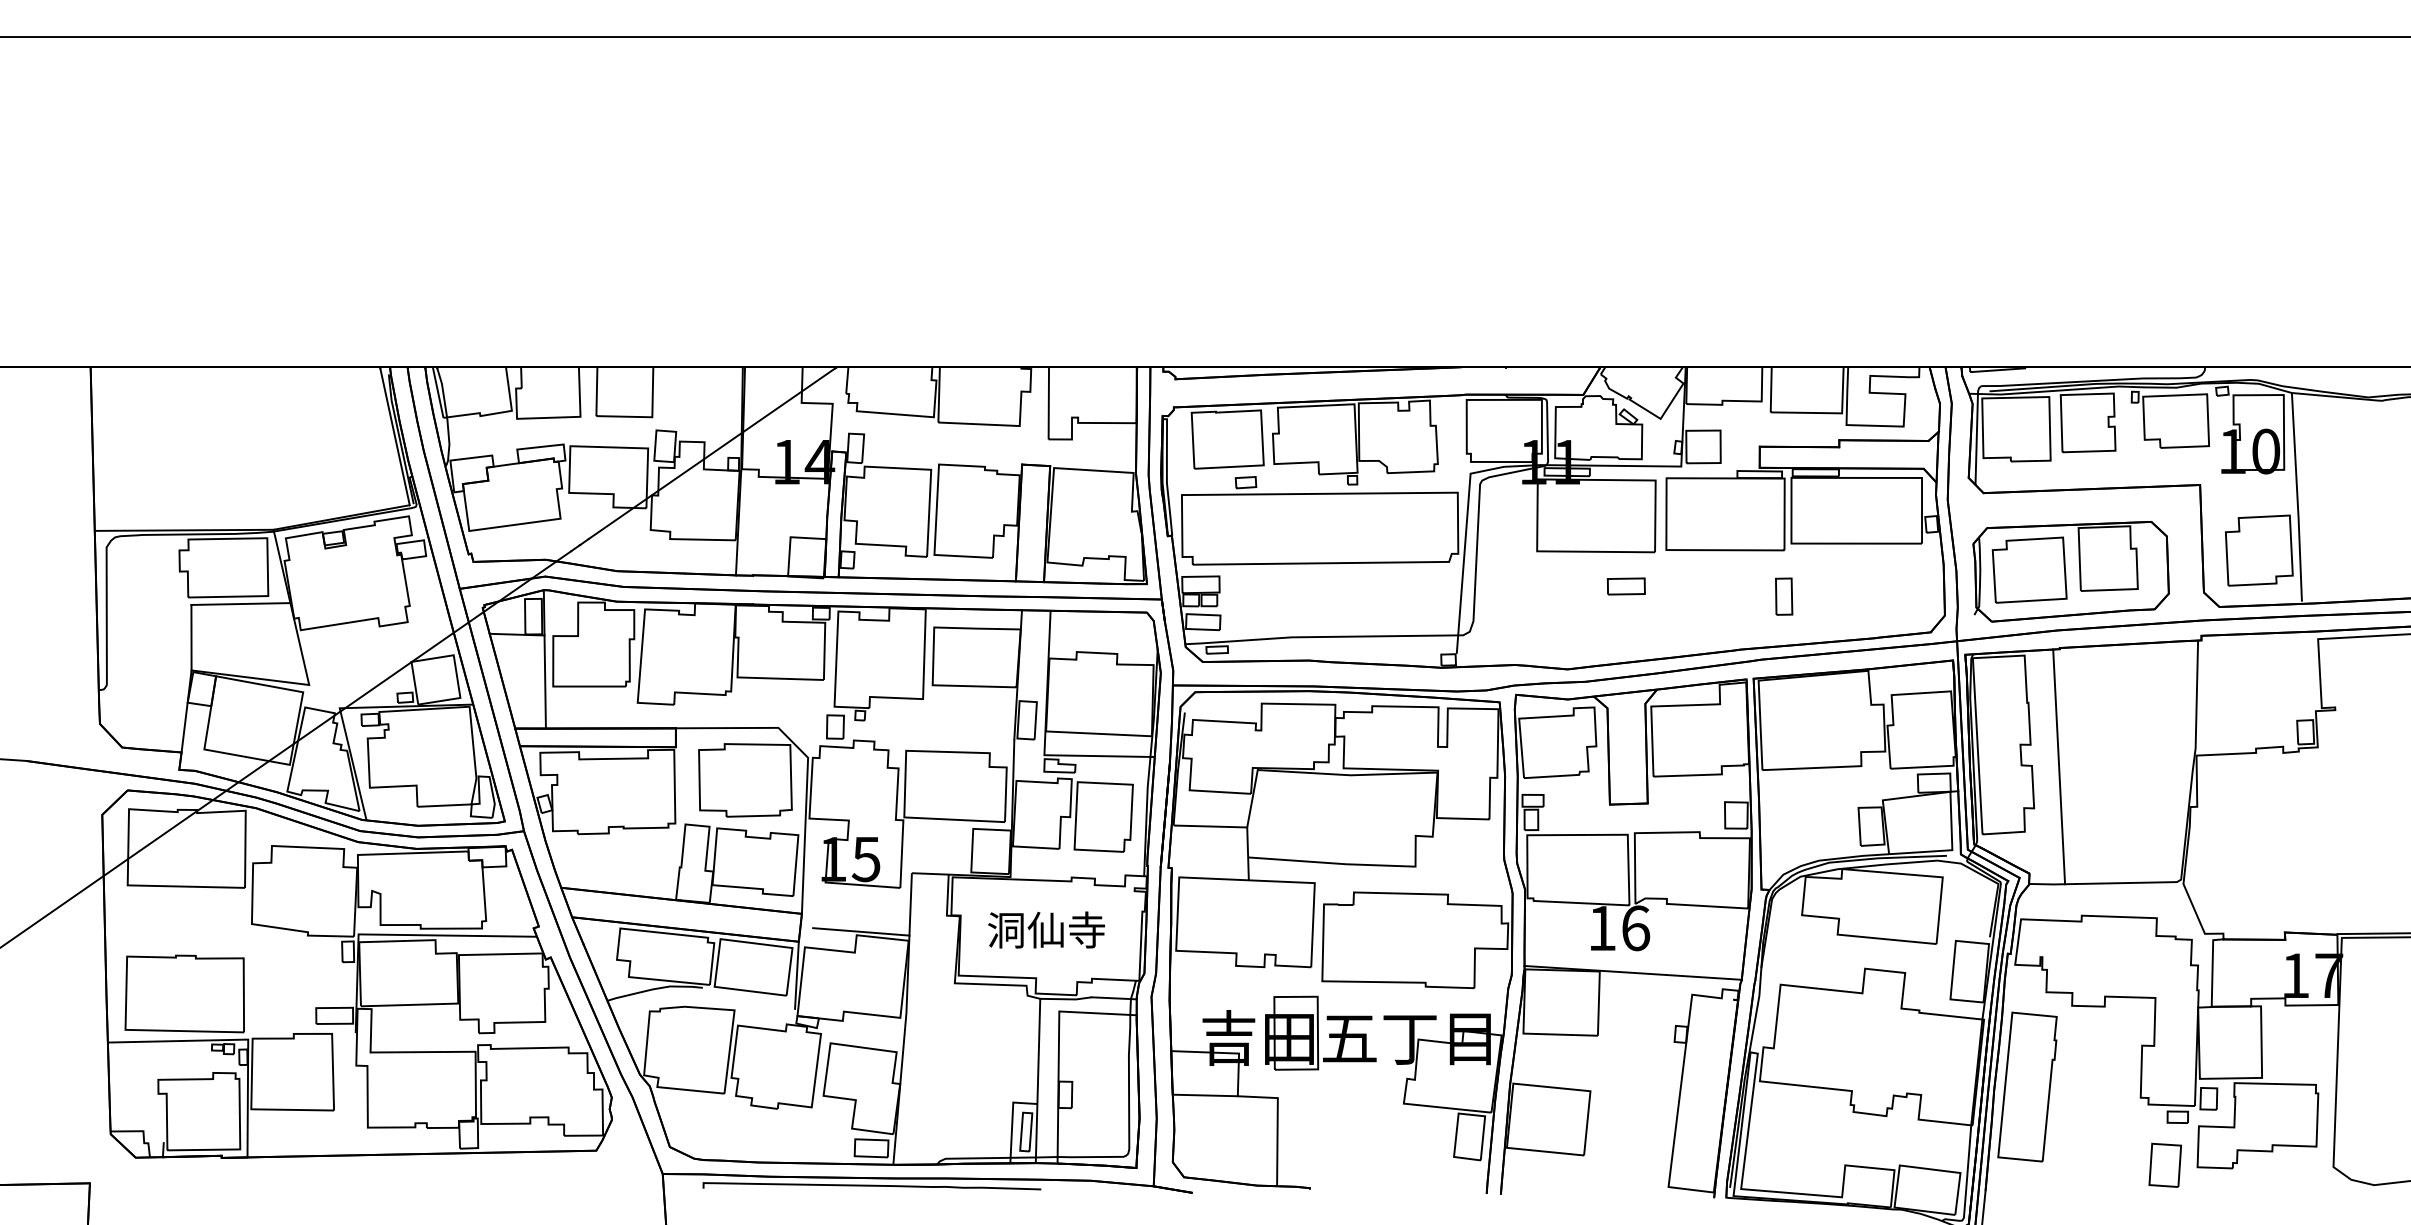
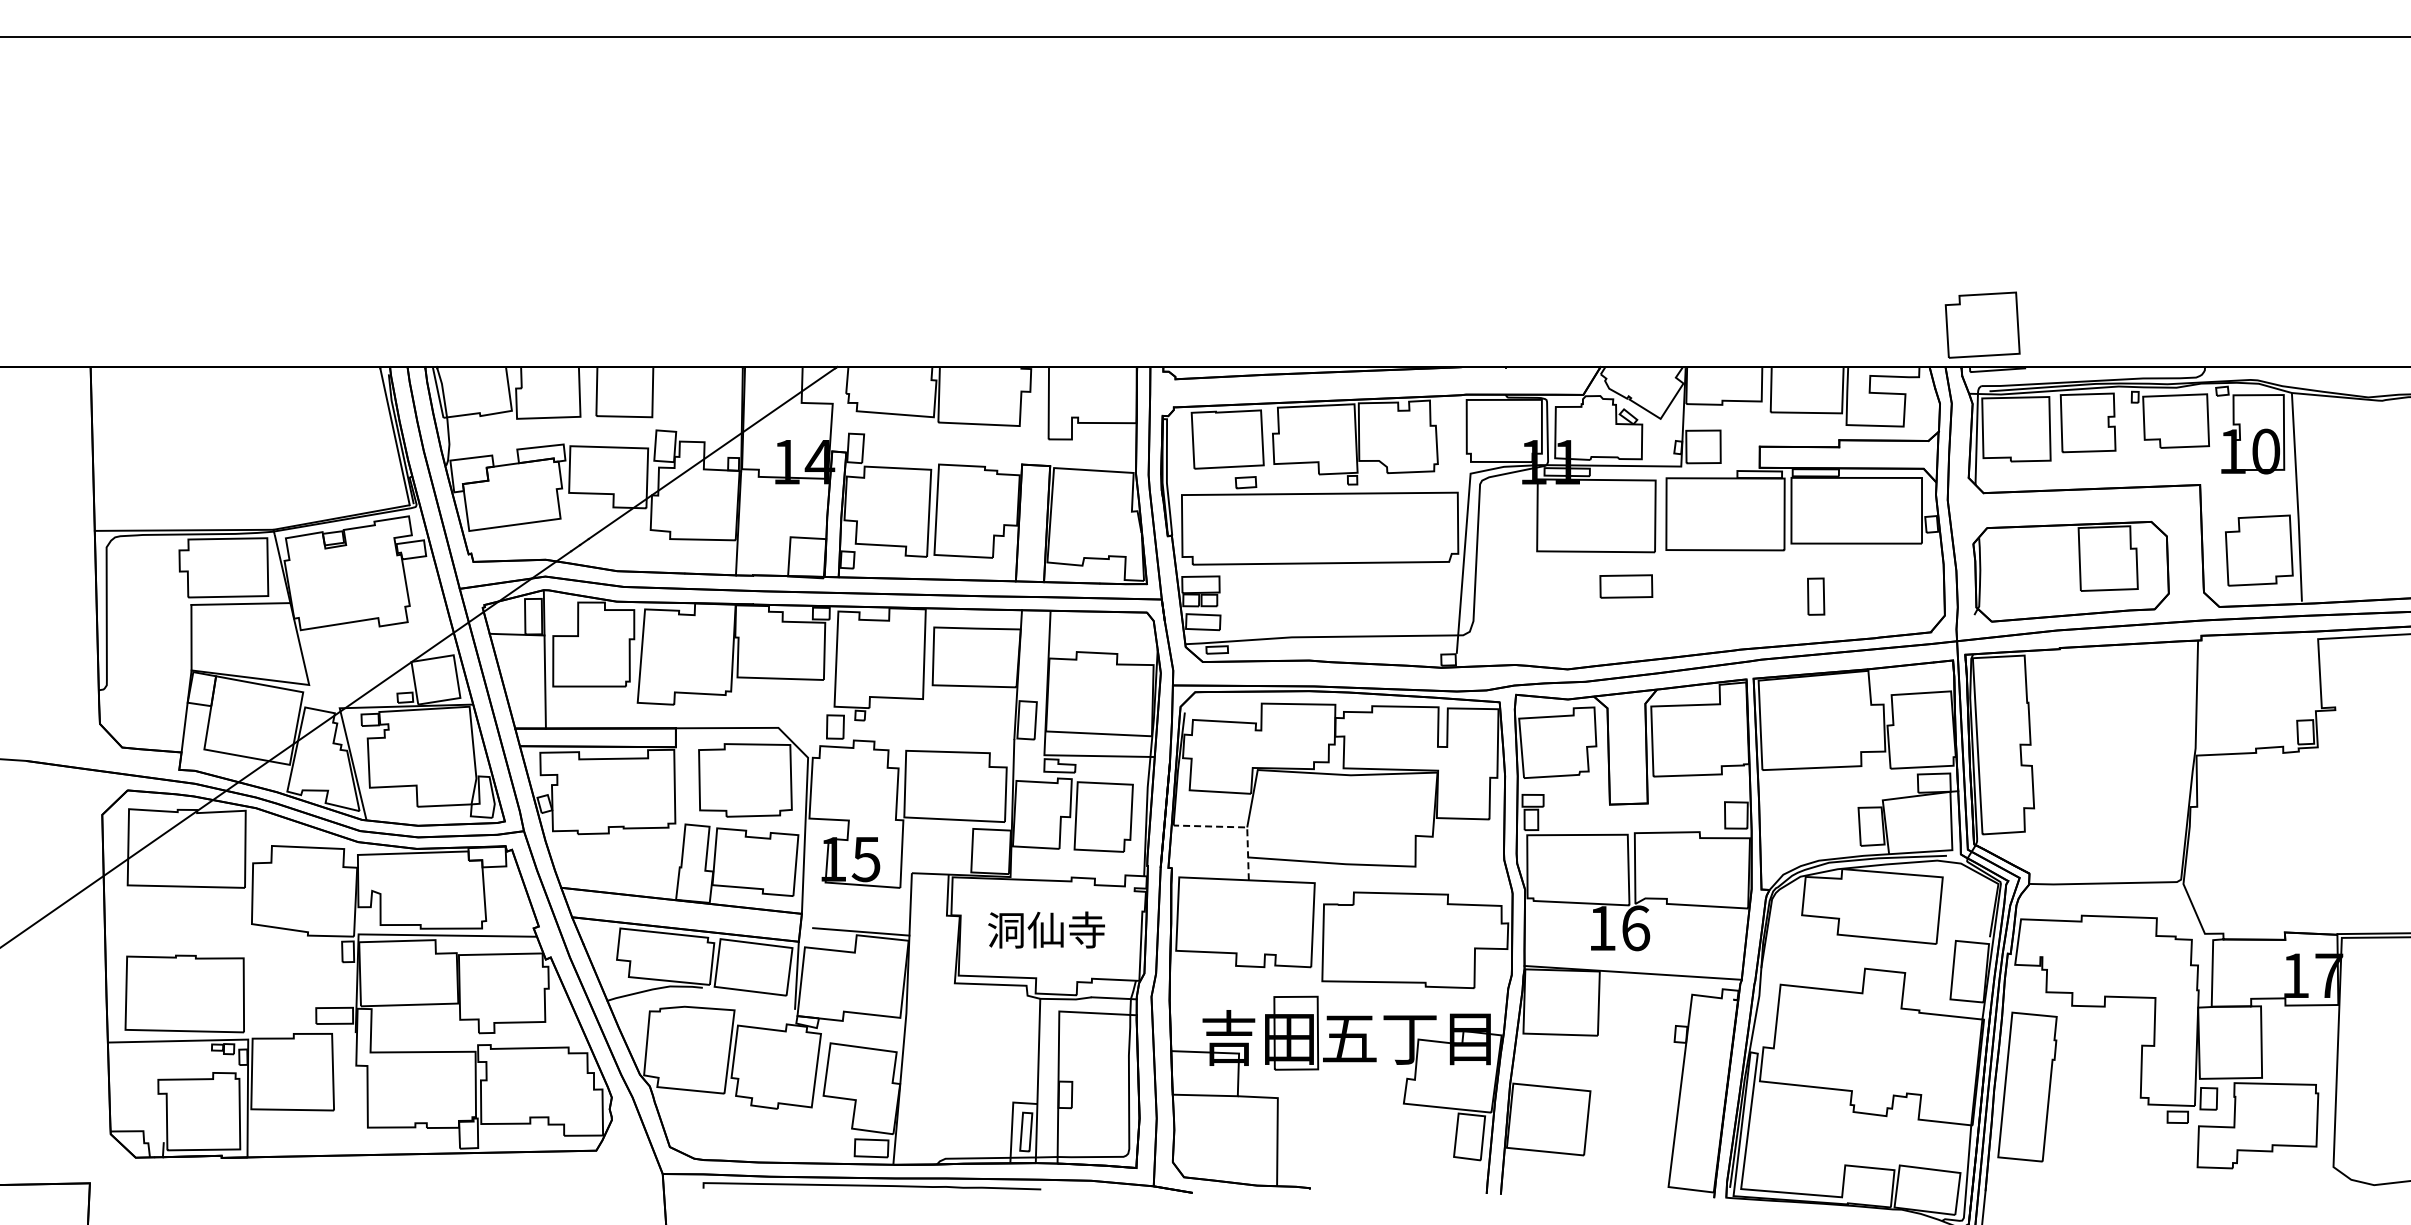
part at (2029, 569) position: (2029, 569) -> (1982, 324)
part at (1626, 586) size: 39x19 px -> 55x25 px
part at (1784, 596) position: (1784, 596) -> (1816, 596)
line at (2059, 766): present -> none
line at (1237, 827): solid -> dashed
part at (2165, 1164): present -> none
